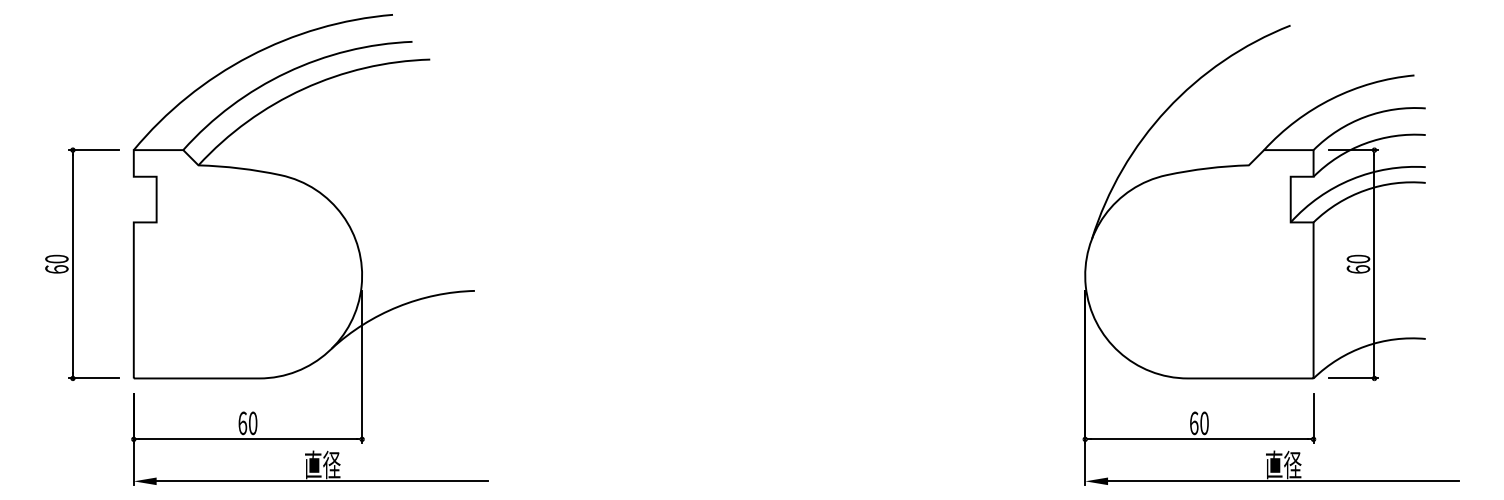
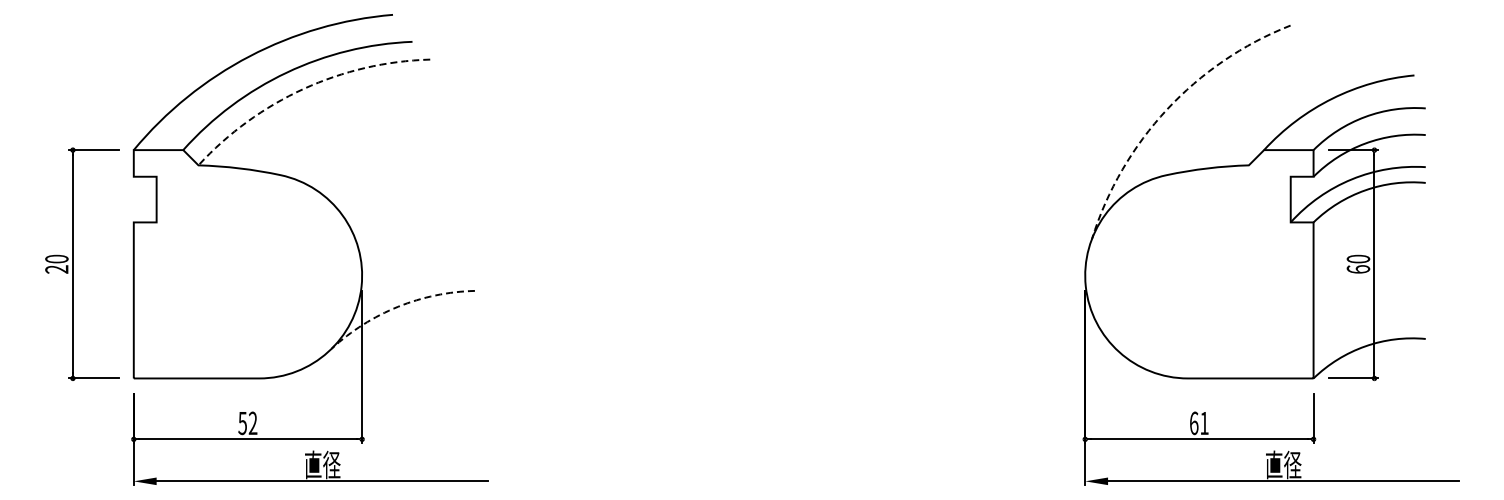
arc at (303, 88): solid -> dashed
arc at (1166, 109): solid -> dashed
text at (56, 269): 60 -> 20
arc at (398, 306): solid -> dashed
text at (247, 423): 60 -> 52
text at (1204, 423): 60 -> 61
